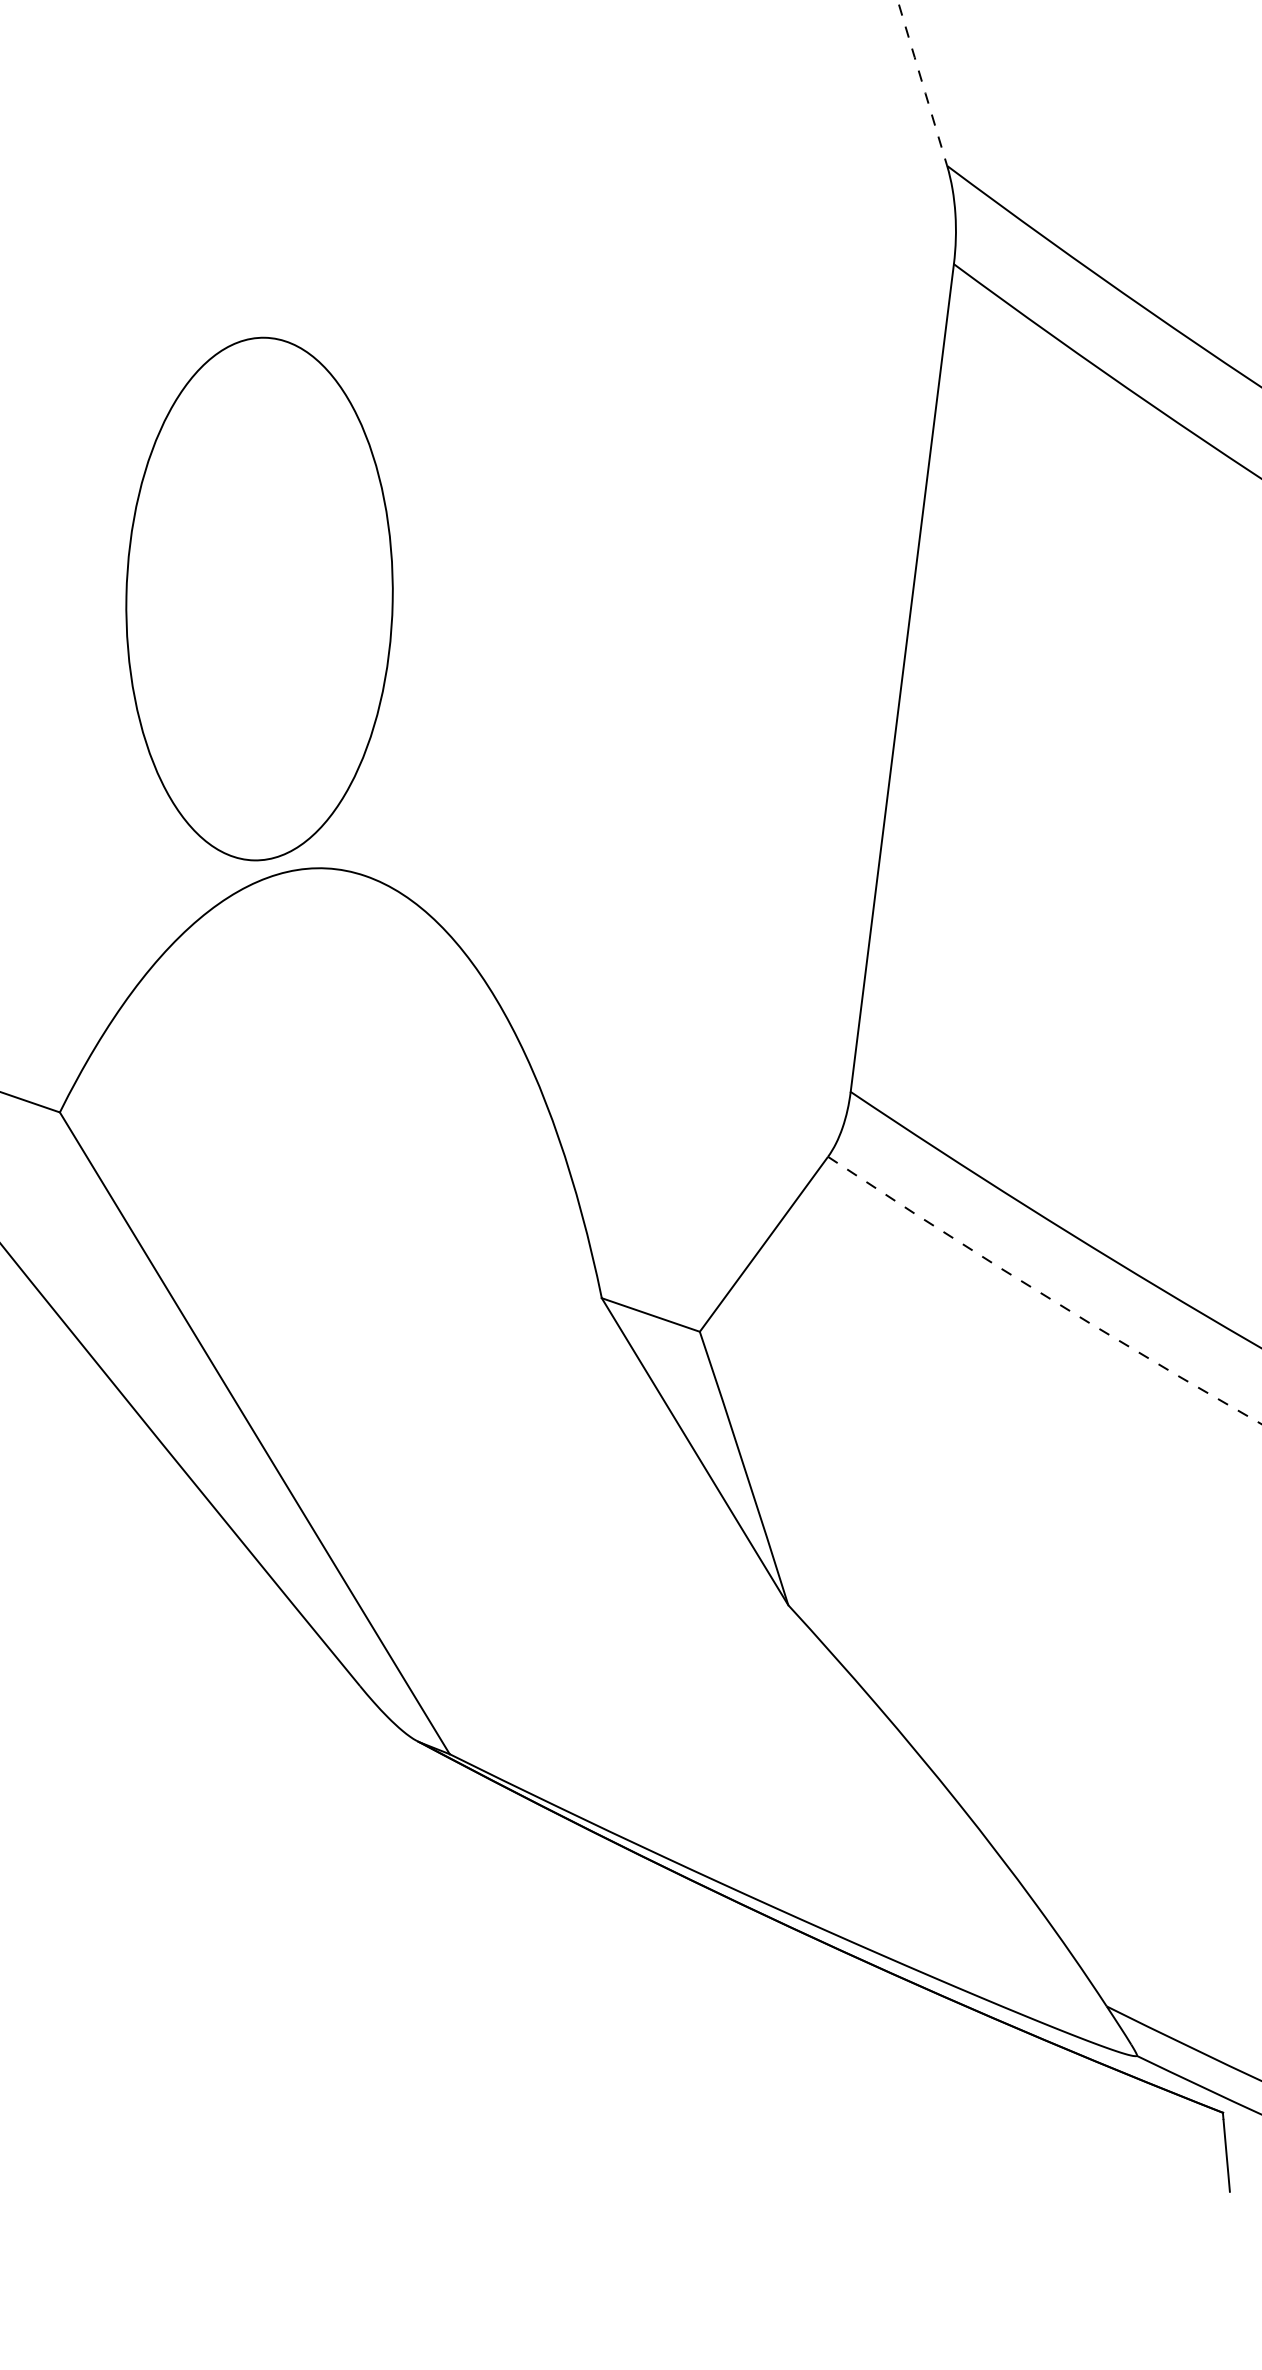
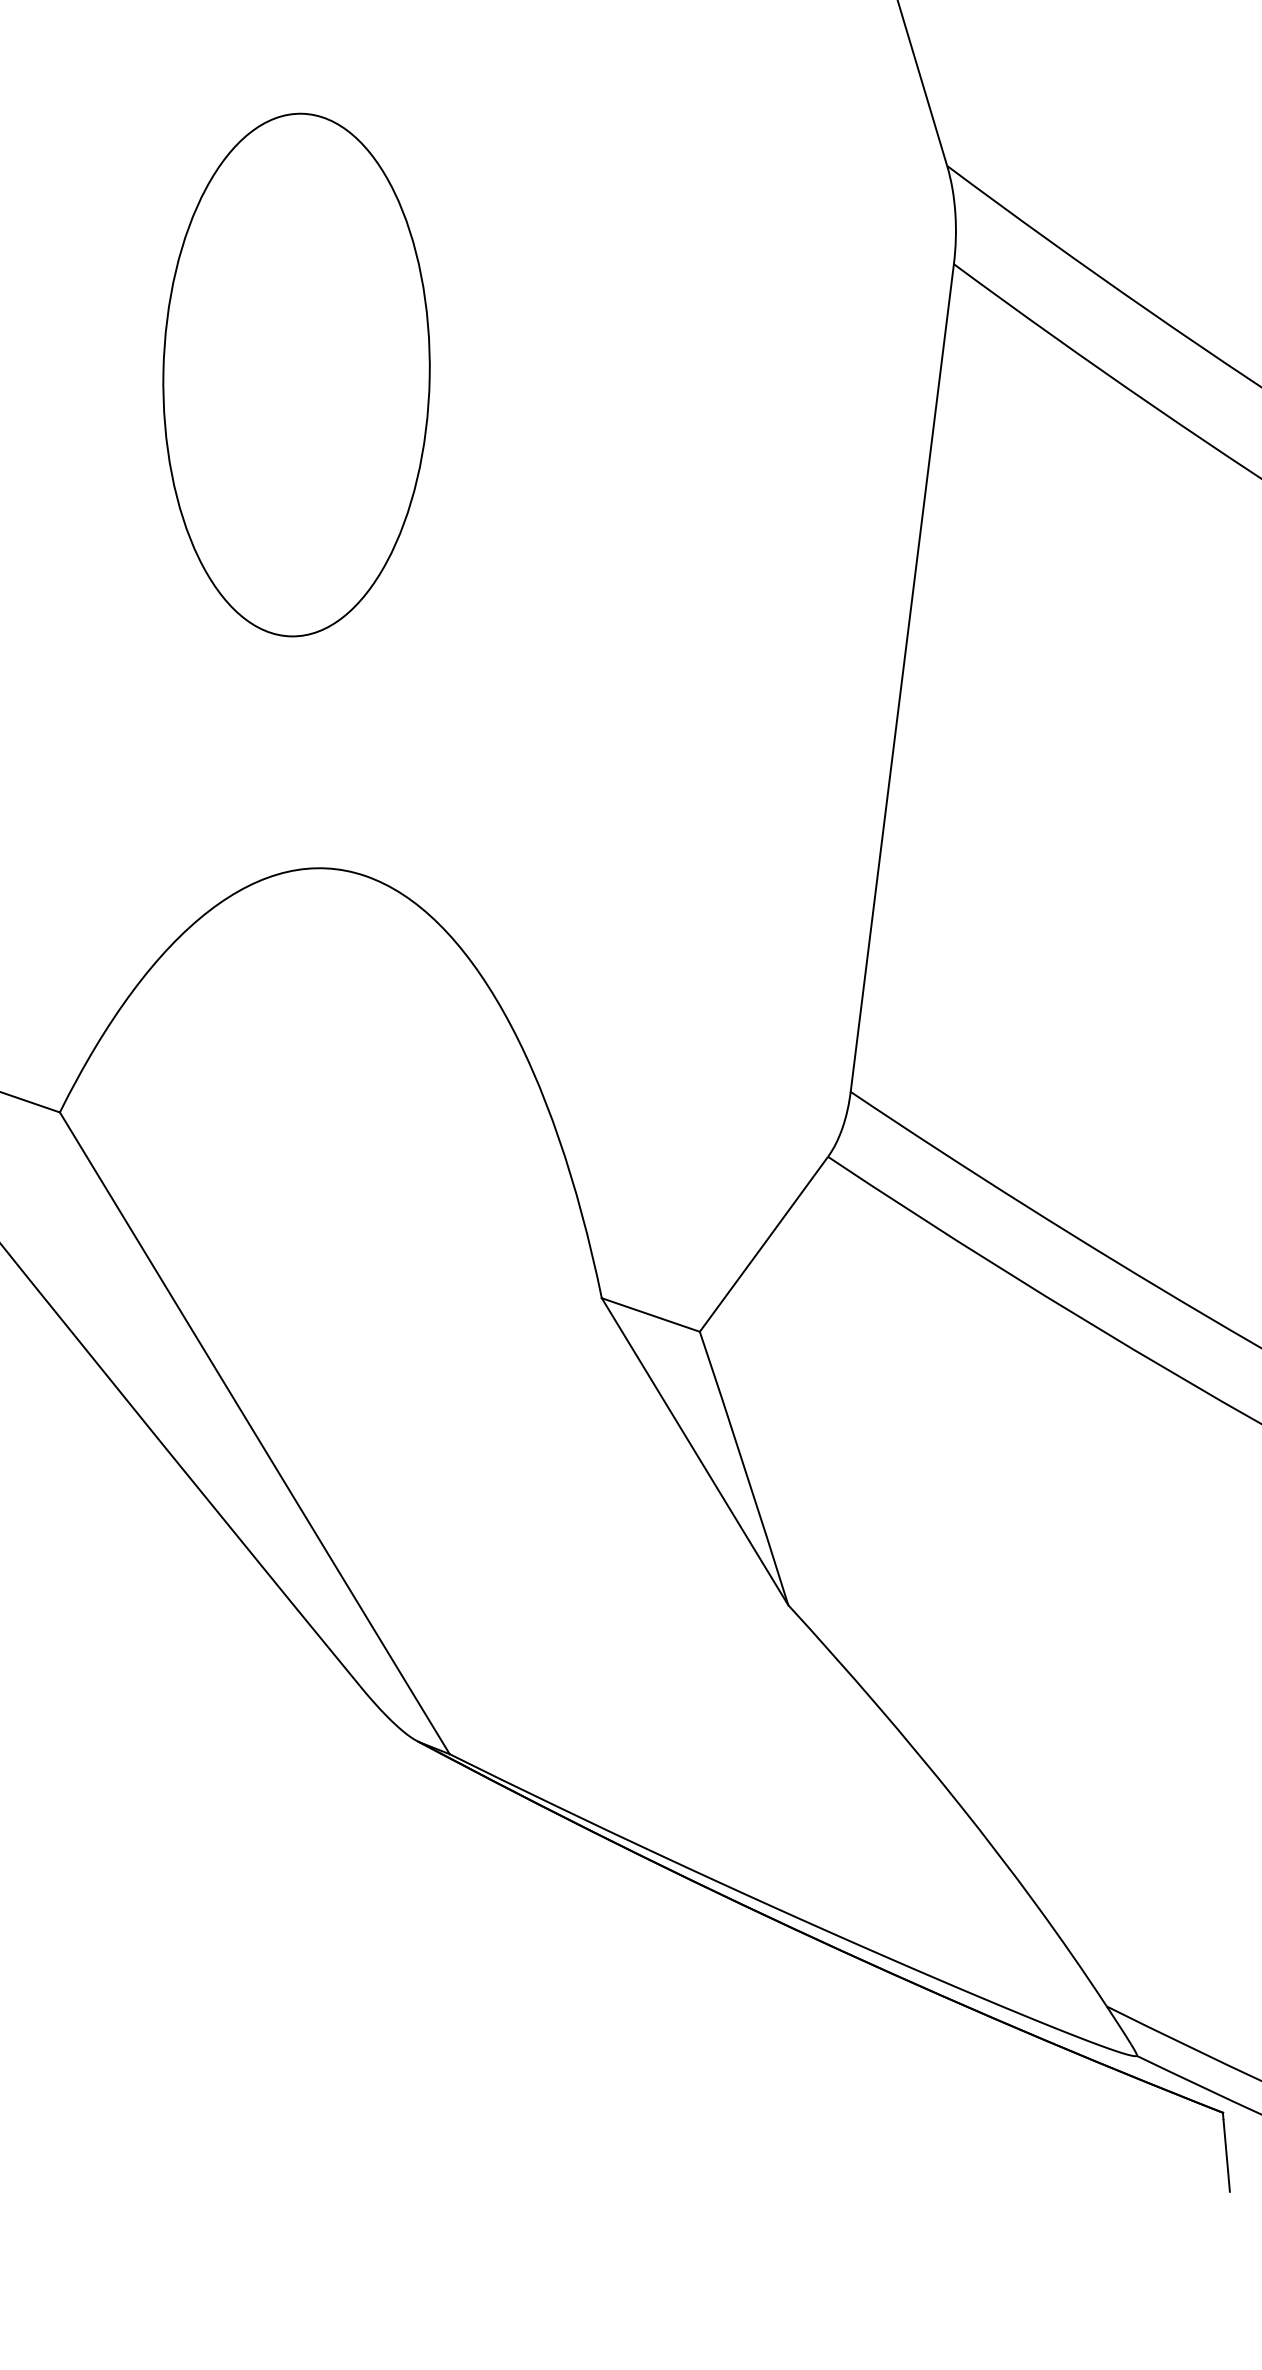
arc at (922, 83): dashed -> solid
part at (259, 598) position: (259, 598) -> (296, 374)
arc at (1043, 1294): dashed -> solid
